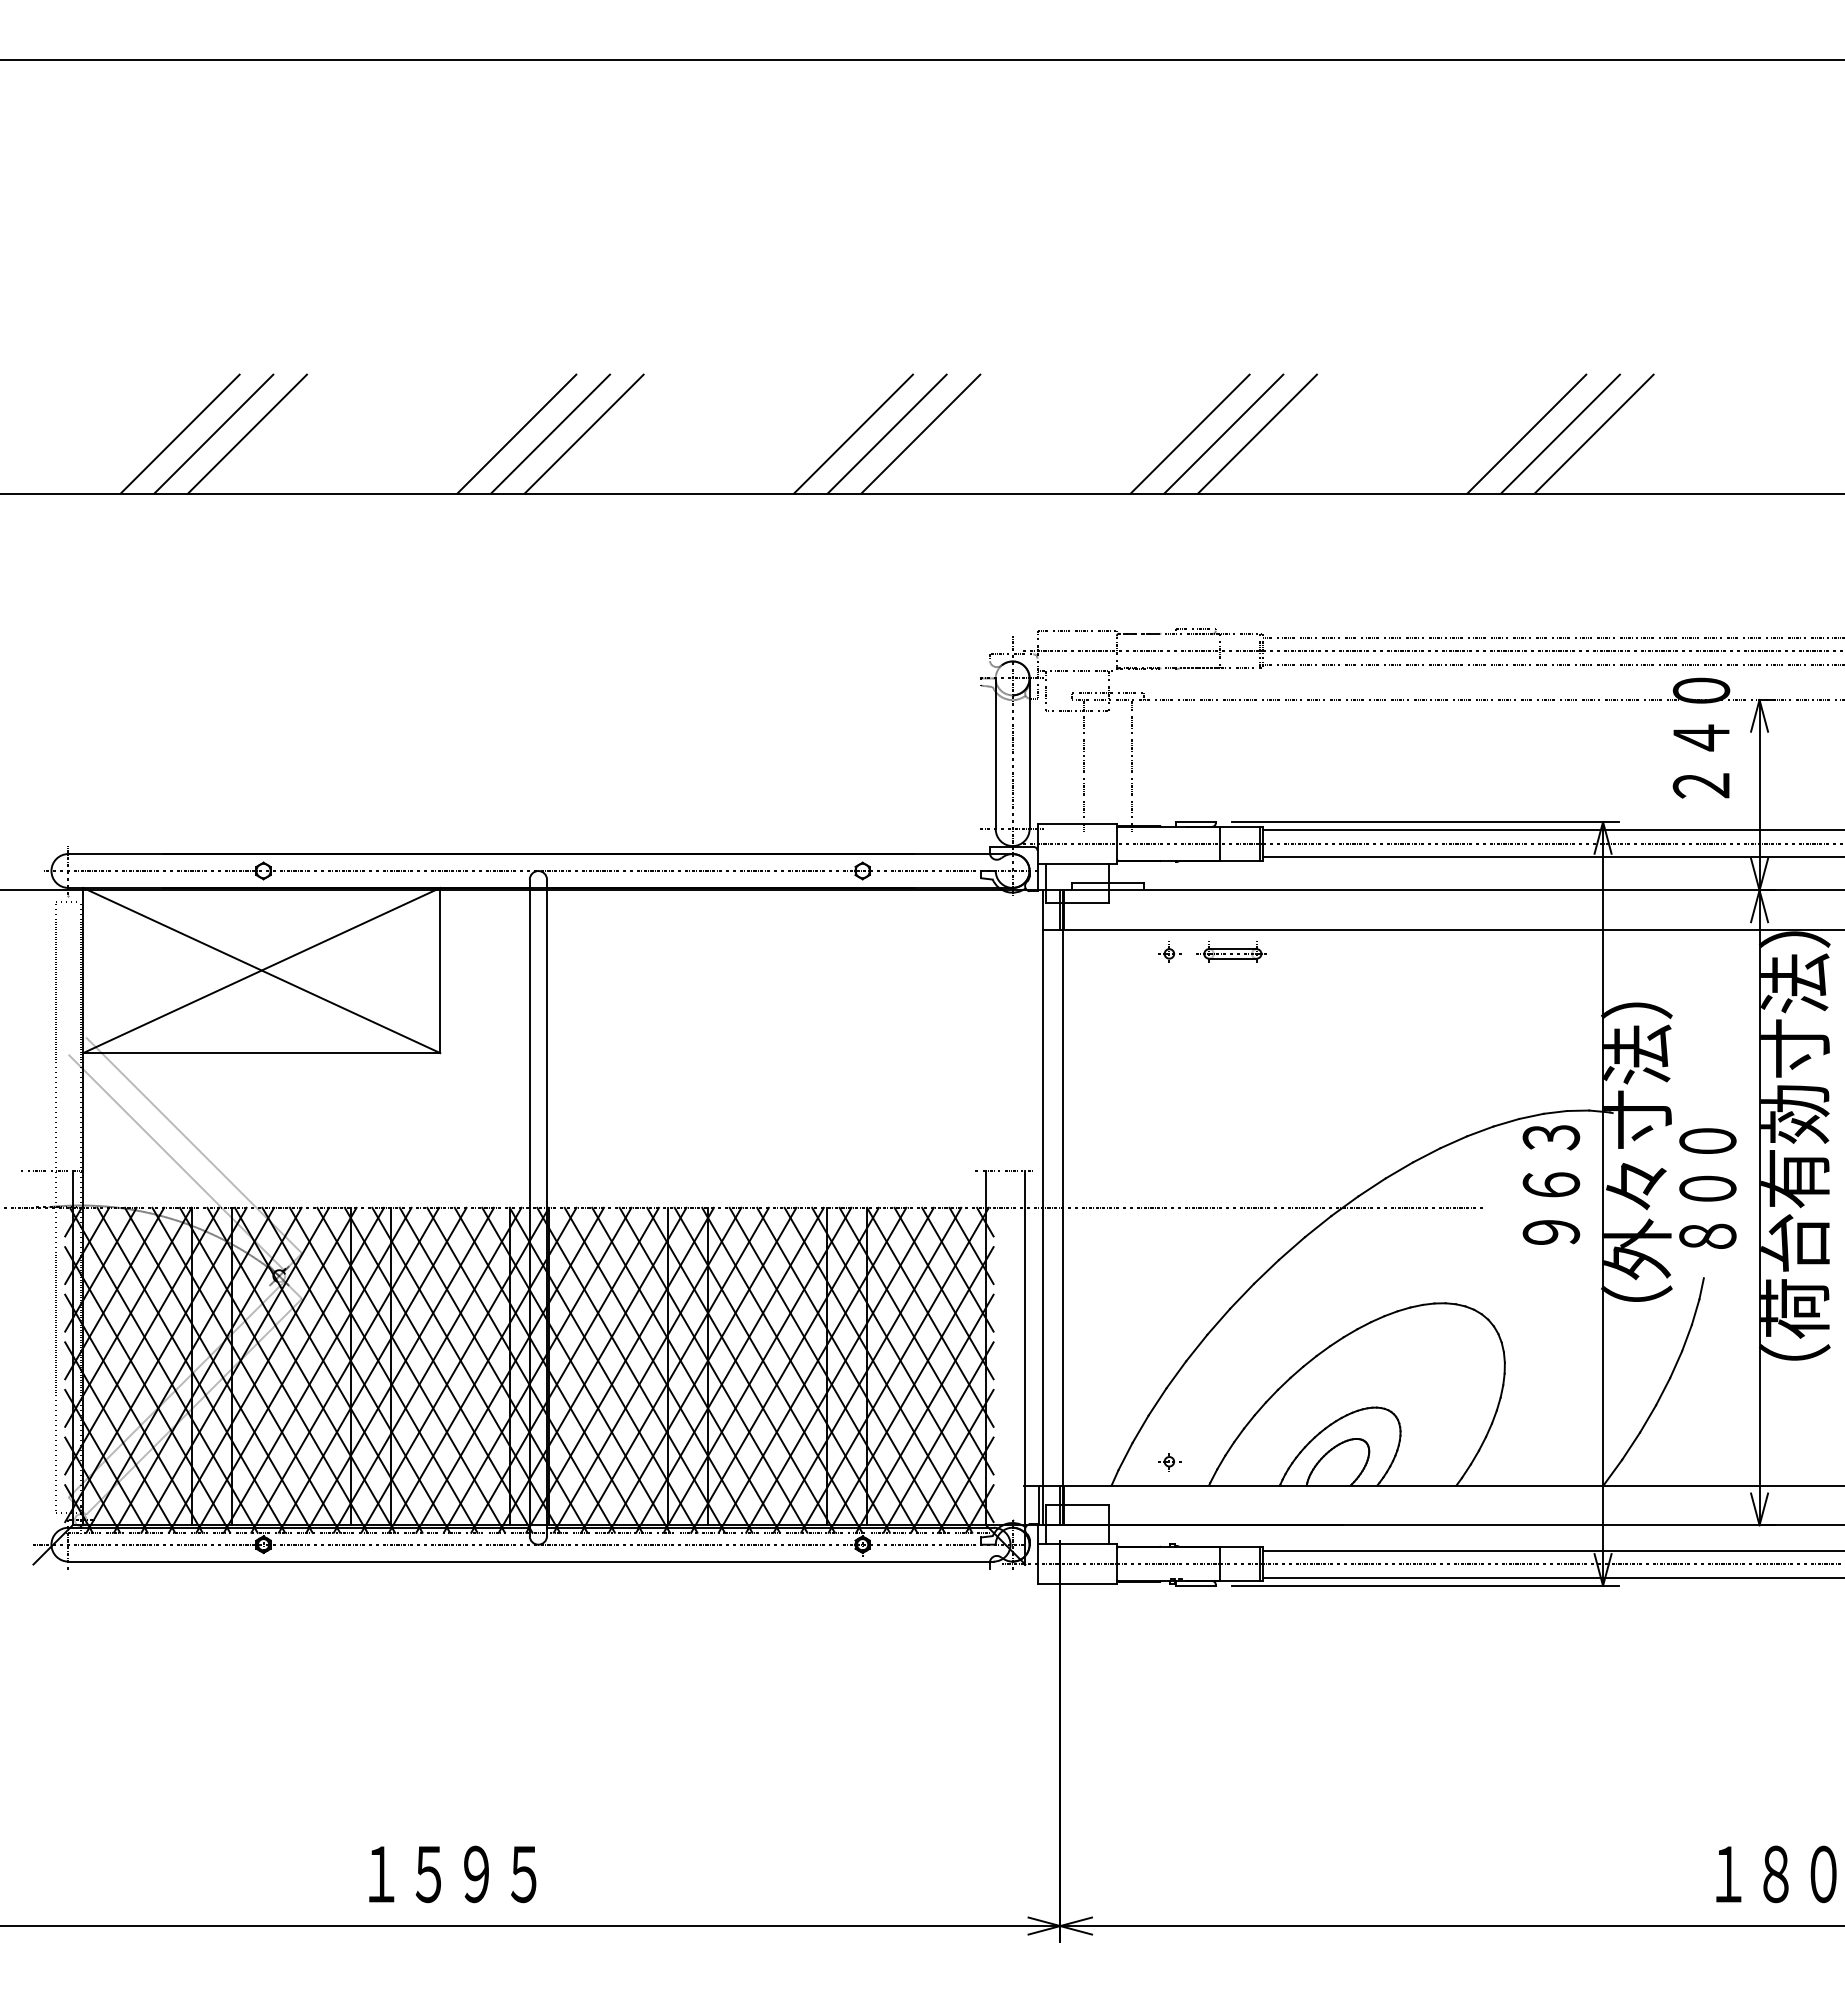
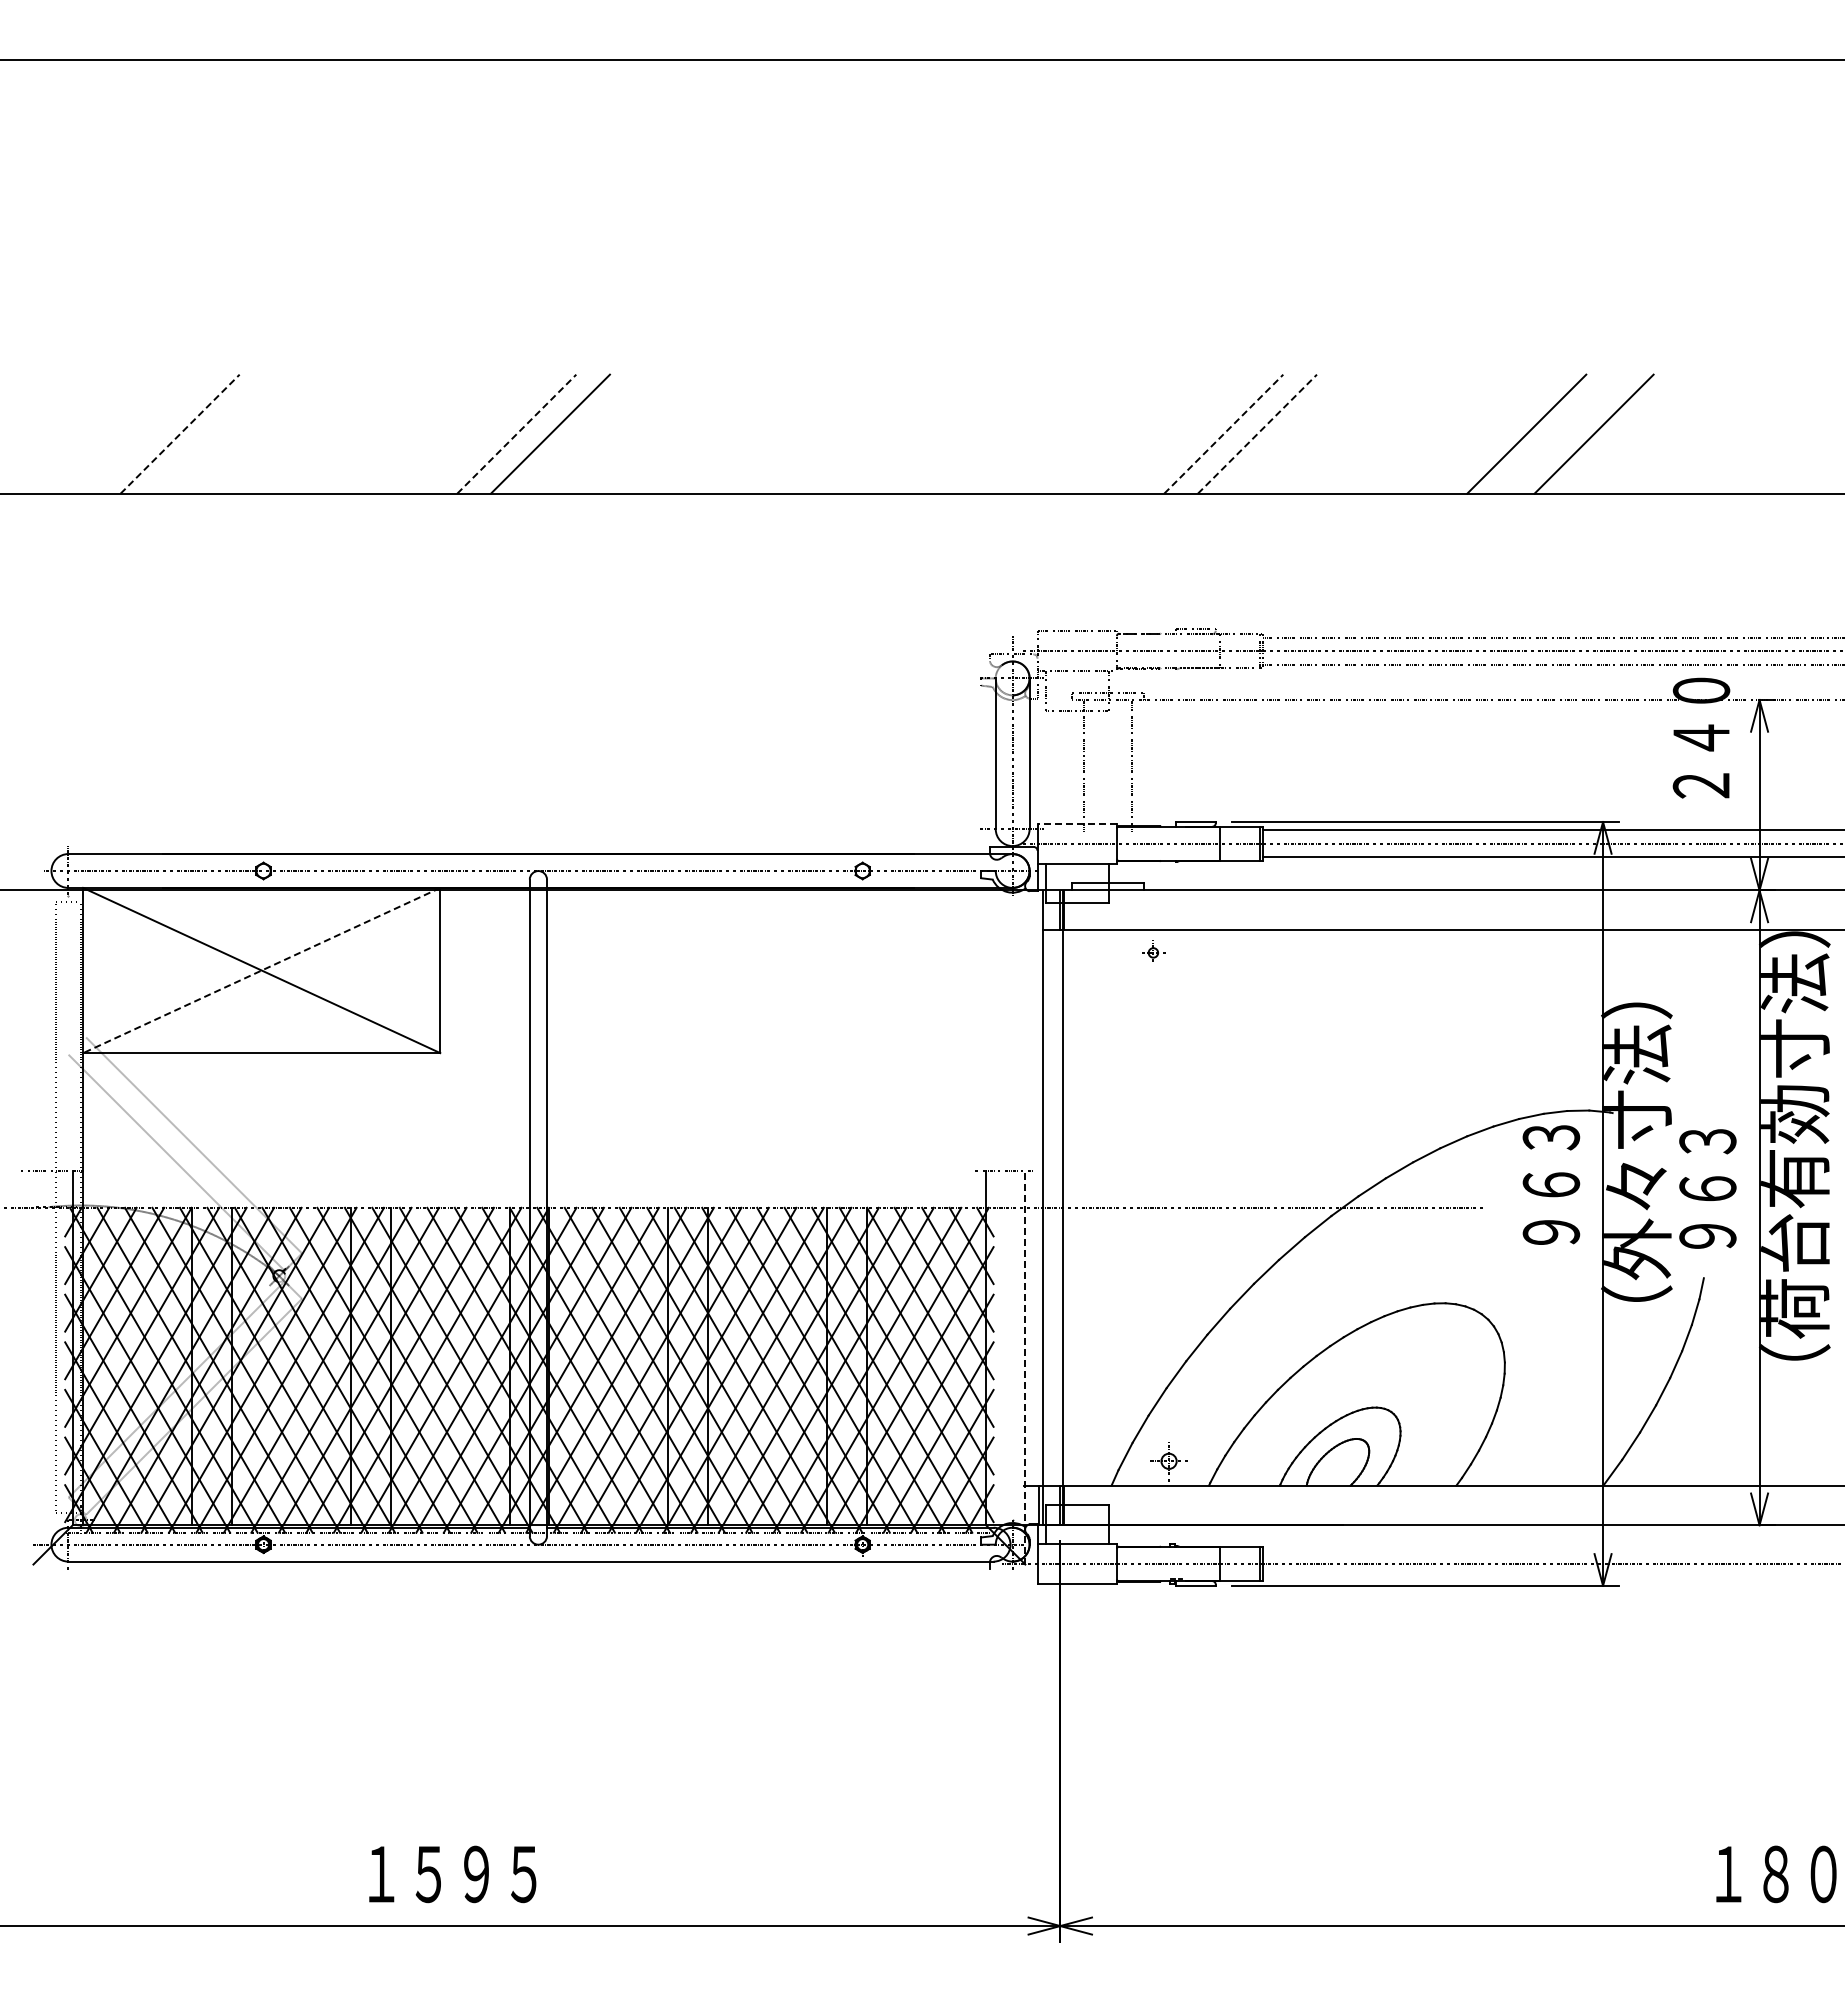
line at (180, 433): solid -> dashed
line at (213, 433): present -> none
line at (246, 433): present -> none
line at (517, 433): solid -> dashed
line at (583, 433): present -> none
line at (852, 433): present -> none
line at (886, 433): present -> none
line at (920, 433): present -> none
line at (1189, 433): present -> none
line at (1224, 433): solid -> dashed
line at (1257, 433): solid -> dashed
line at (1559, 433): present -> none
line at (1077, 823): solid -> dashed
part at (1169, 951) position: (1169, 951) -> (1153, 950)
part at (1231, 951): present -> none
line at (261, 970): solid -> dashed
text at (1707, 1188): ８００ -> ９６３
line at (1025, 1367): solid -> dashed
part at (1169, 1462) size: 24x19 px -> 38x40 px
line at (1551, 1550): present -> none
line at (1551, 1577): present -> none
